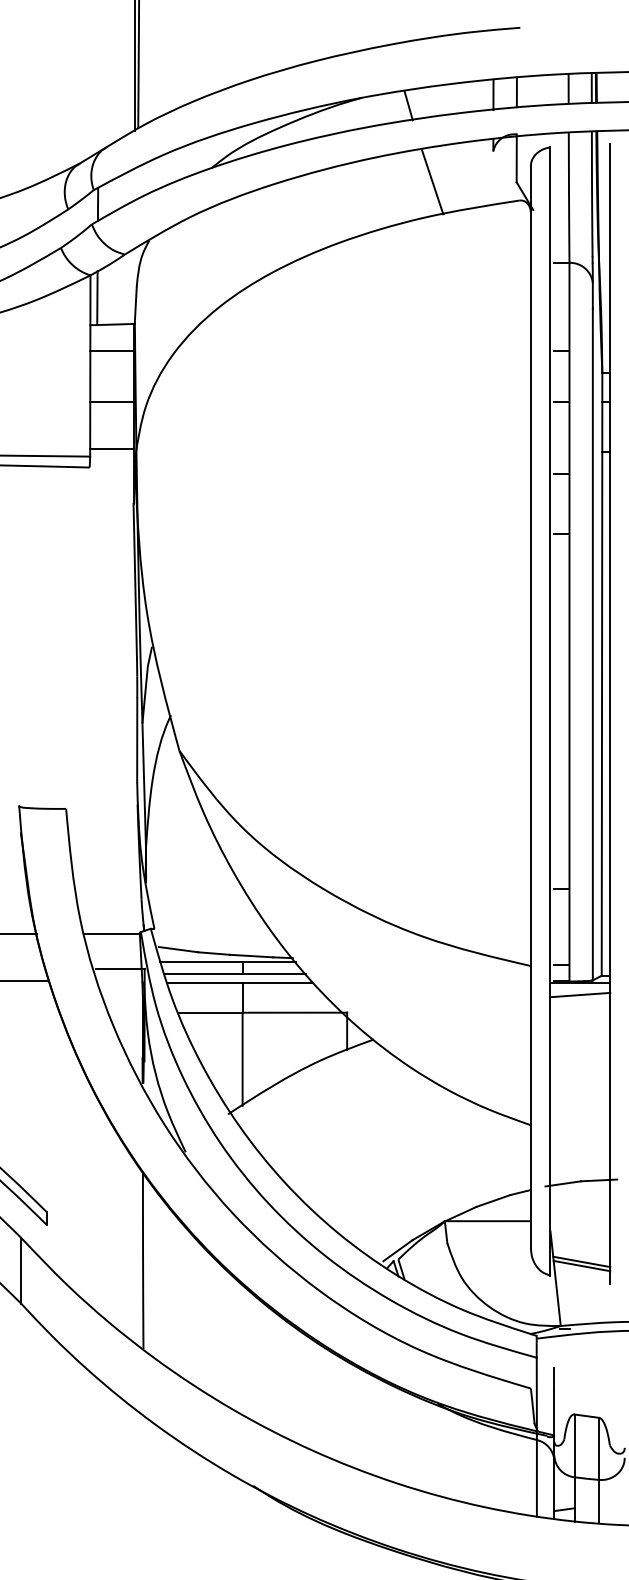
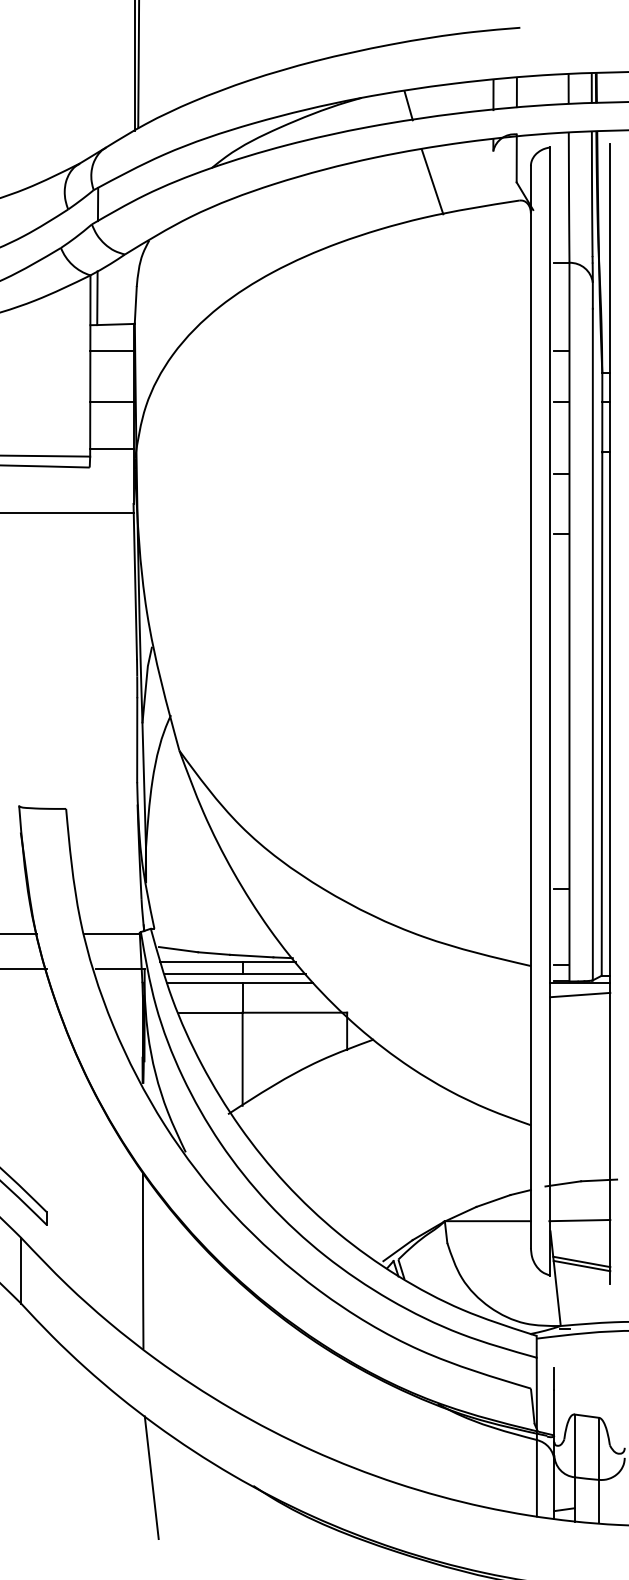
line at (67, 512): none -> present
line at (24, 981) position: (24, 981) -> (24, 969)
line at (579, 1220): none -> present
line at (151, 1477): none -> present
